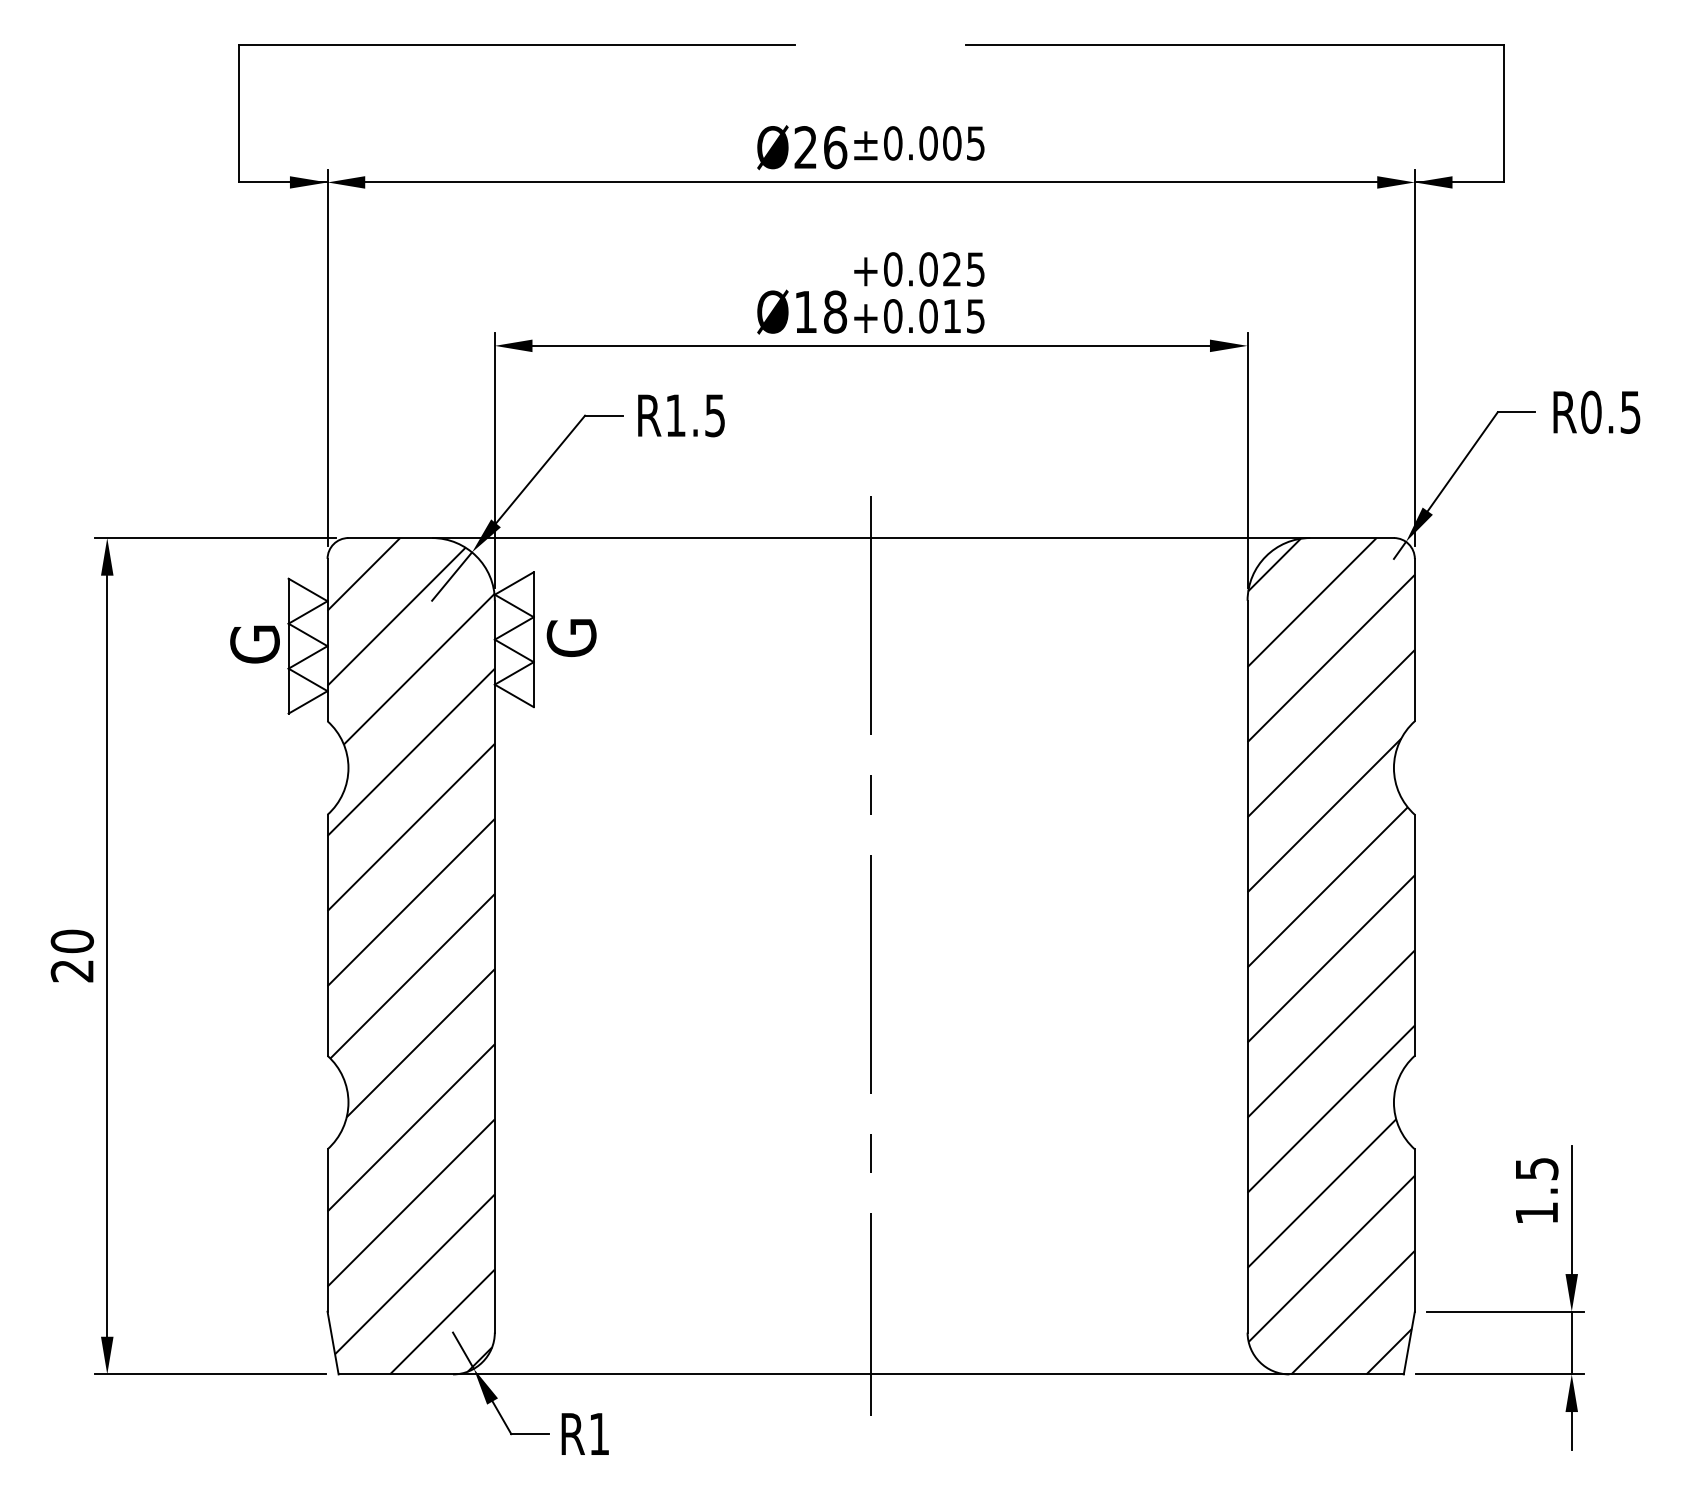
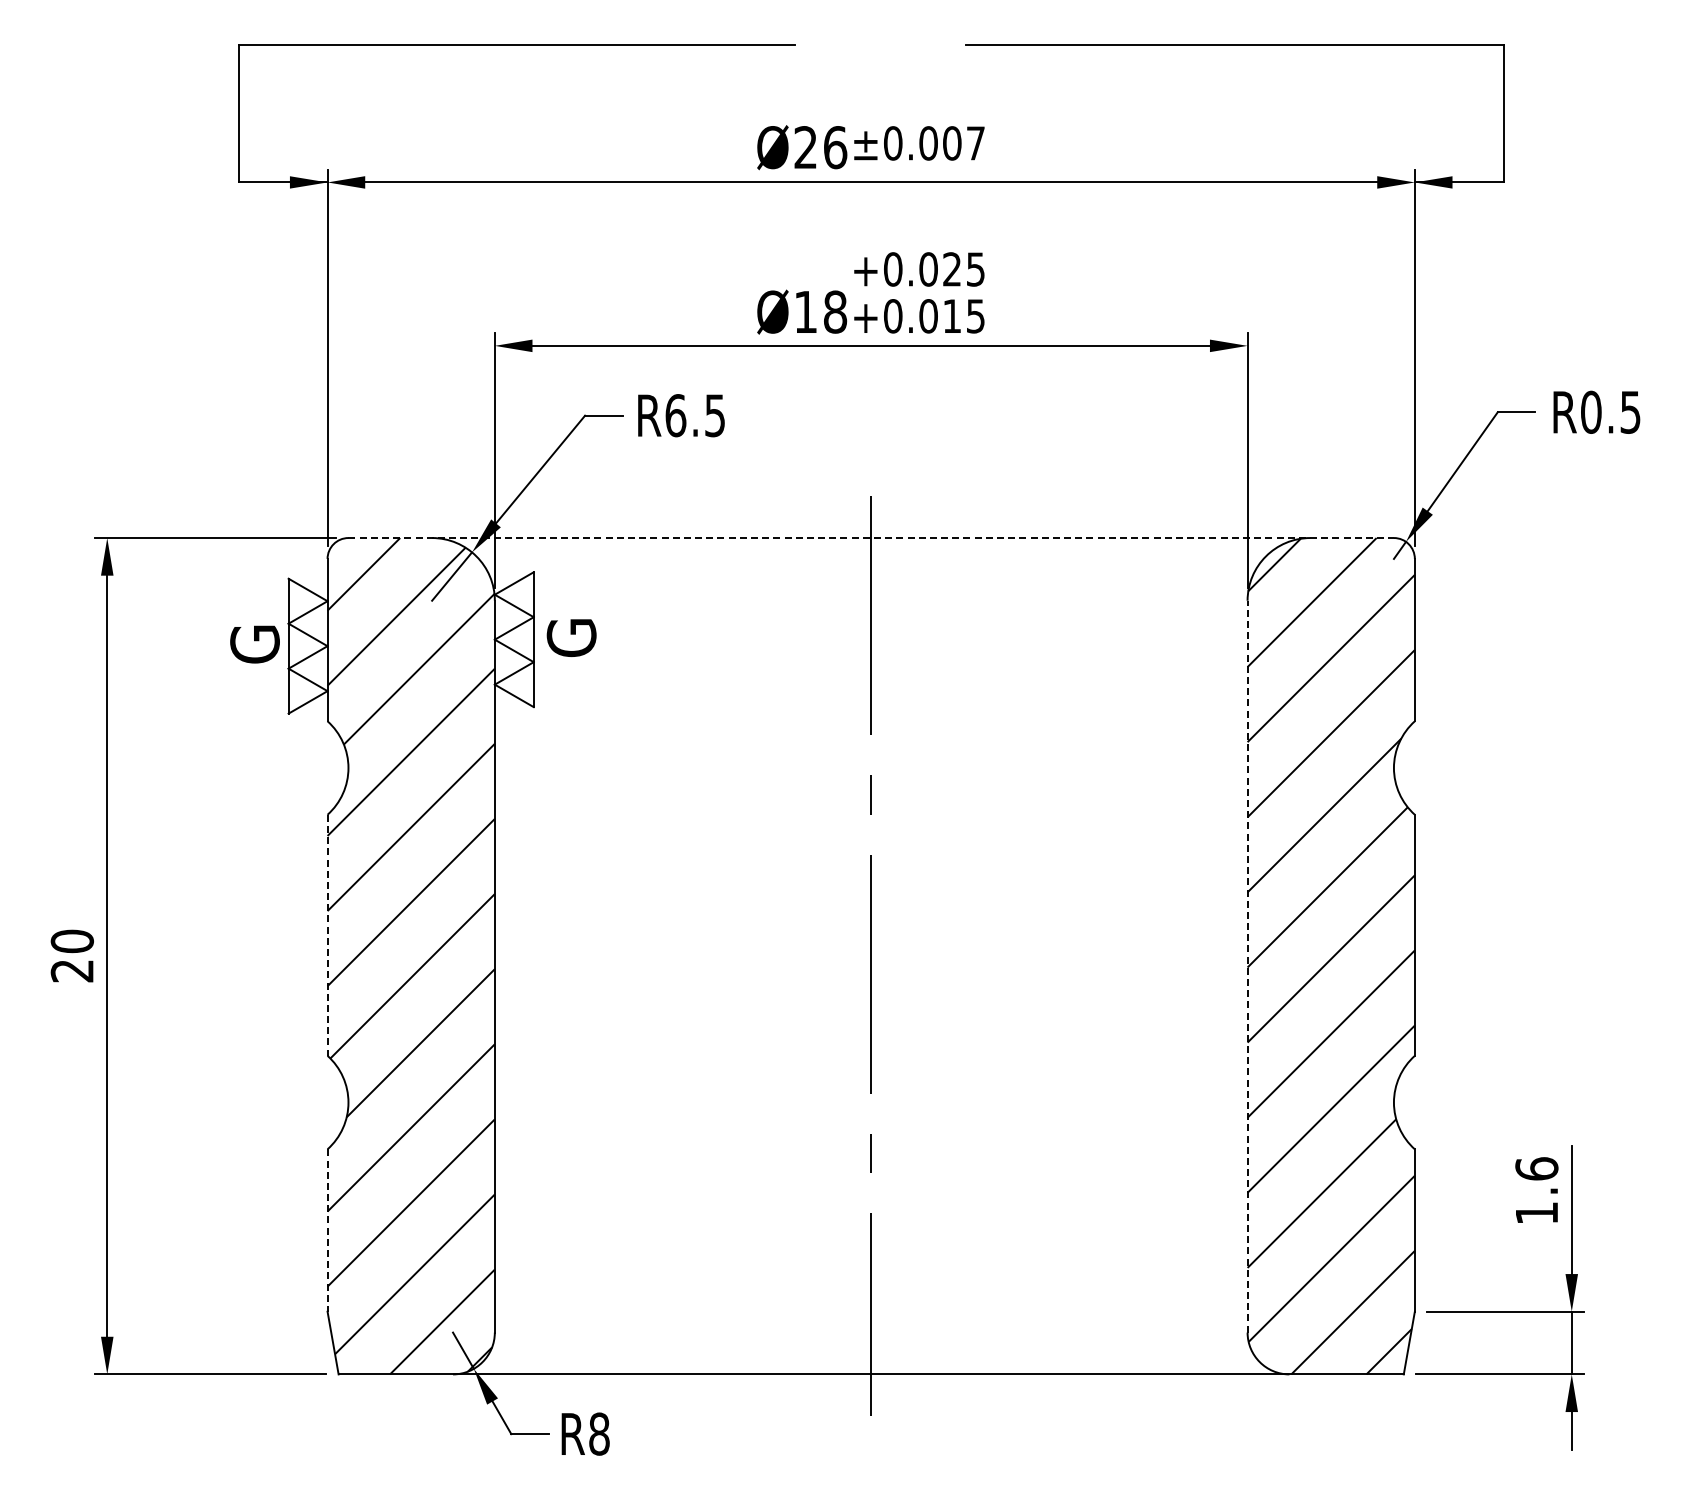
text at (975, 143): ±0.005 -> ±0.007
text at (675, 415): R1.5 -> R6.5
line at (871, 538): solid -> dashed
line at (327, 935): solid -> dashed
line at (1247, 966): solid -> dashed
text at (1536, 1168): 1.5 -> 1.6
line at (327, 1231): solid -> dashed
text at (599, 1433): R1 -> R8
